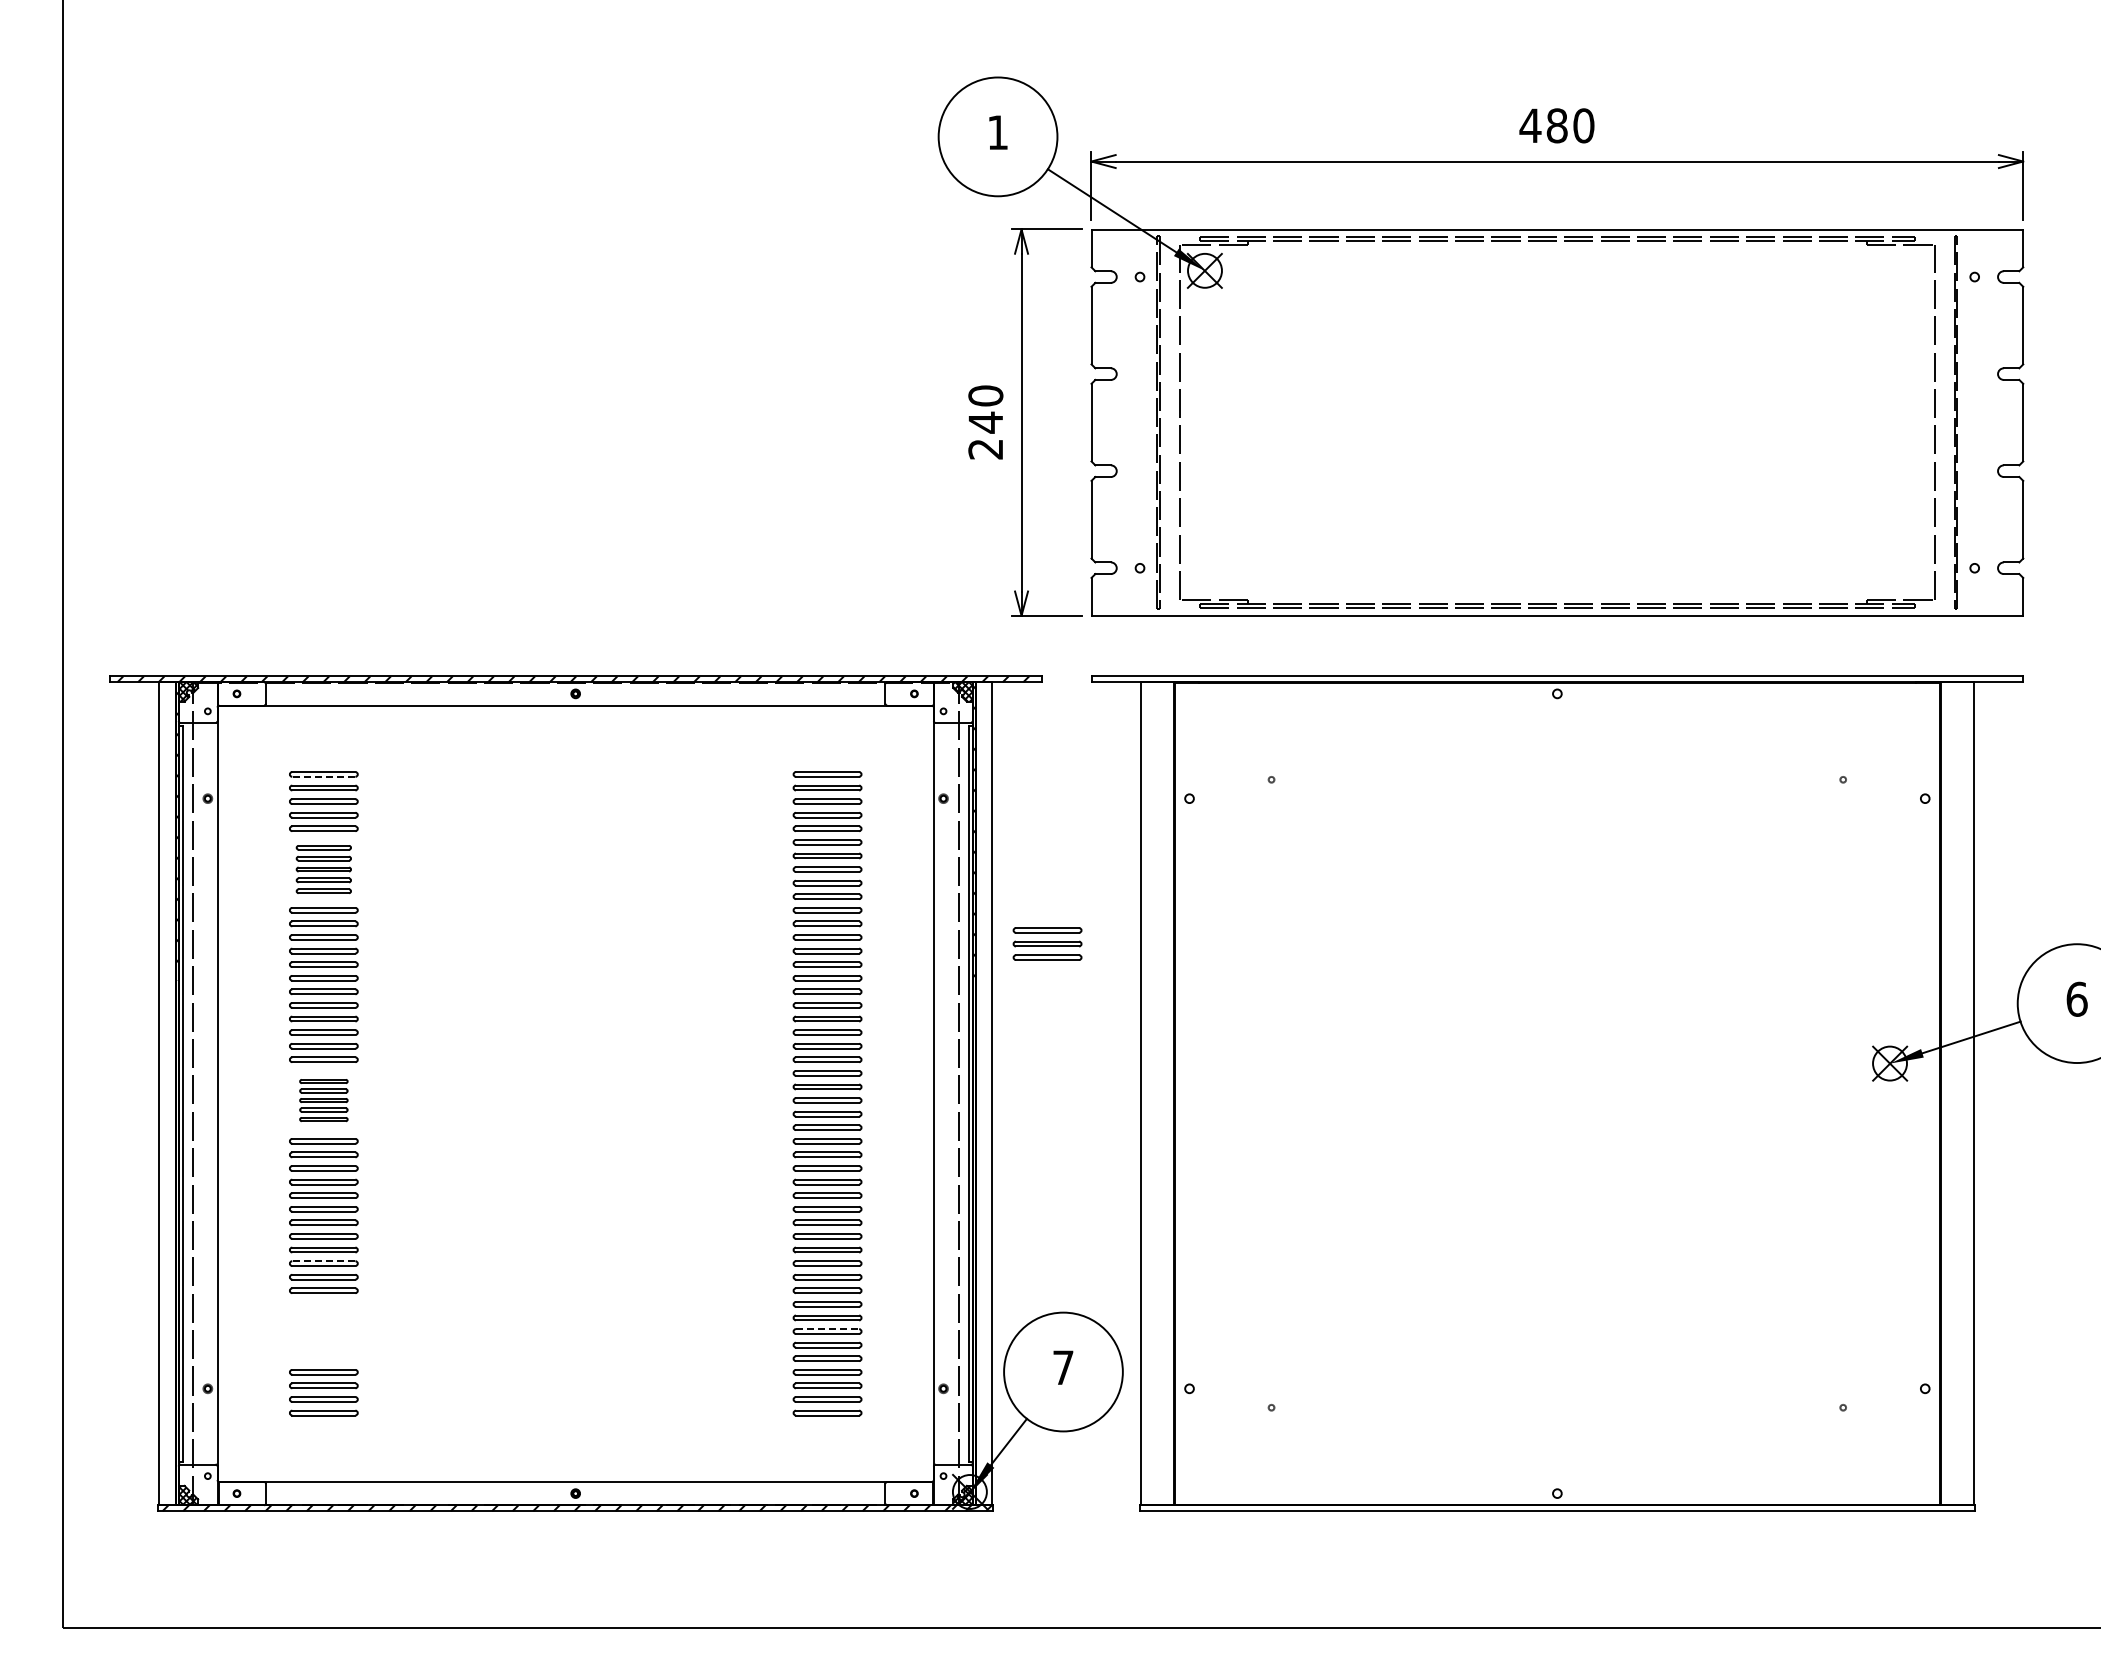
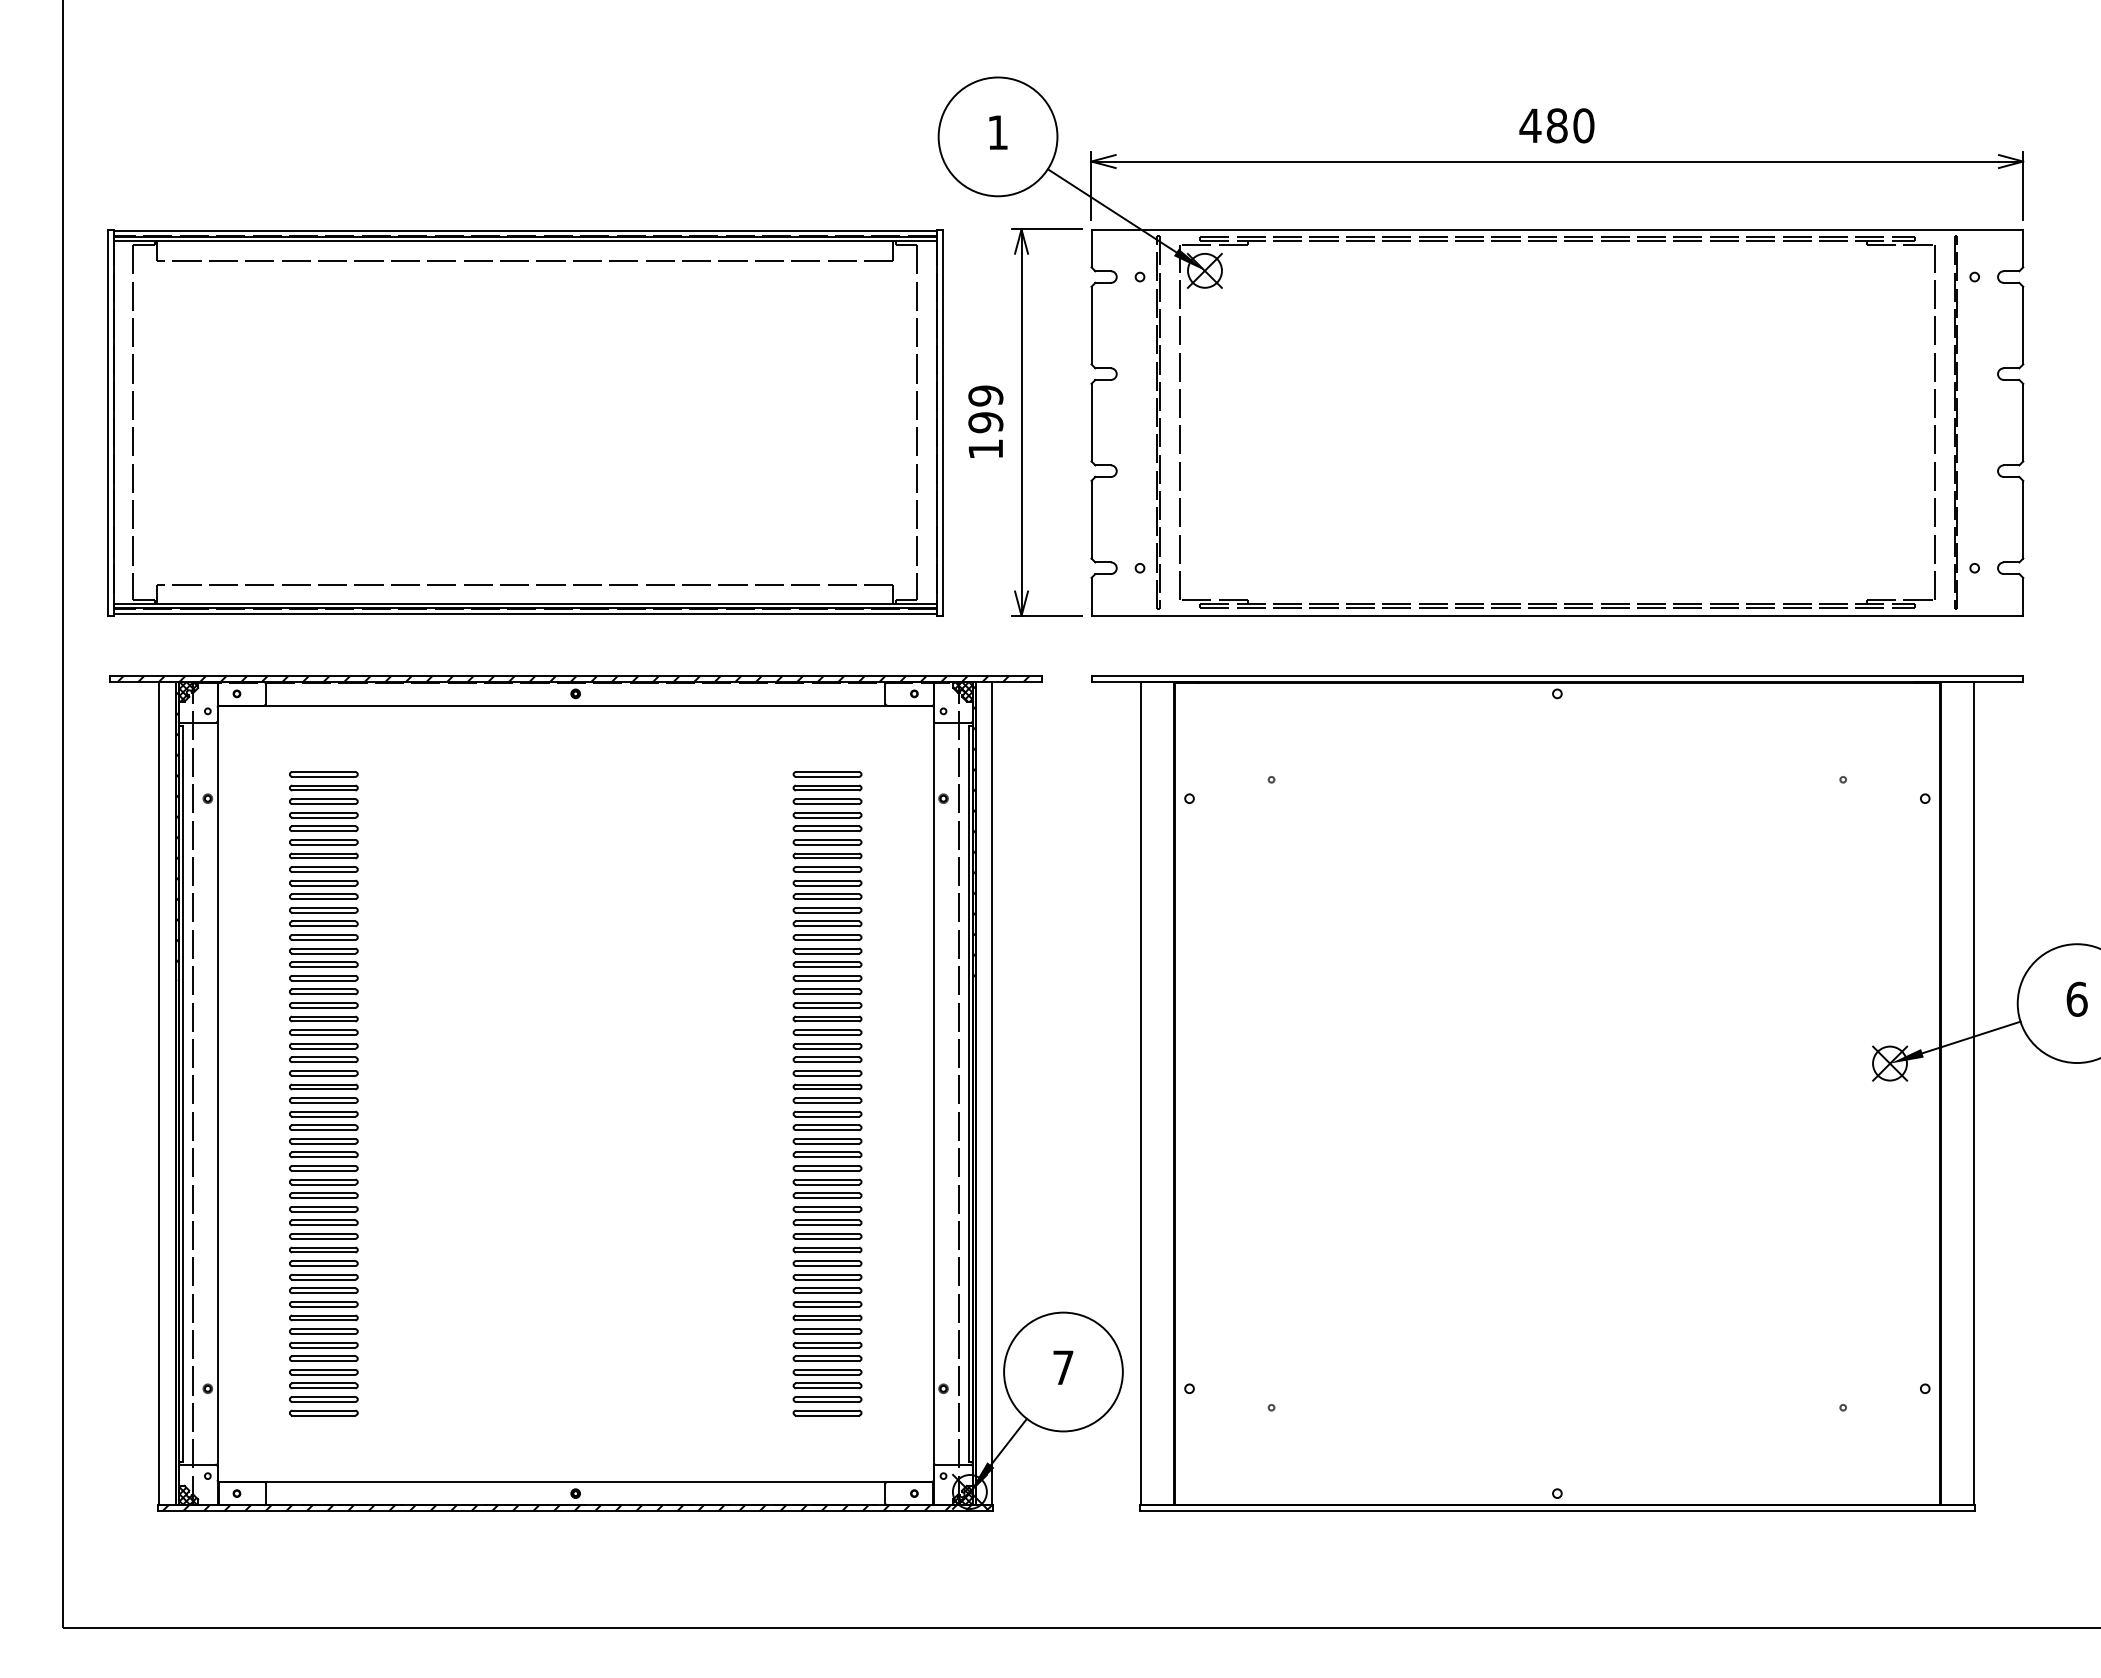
part at (525, 422): none -> present
text at (985, 422): 240 -> 199
line at (323, 776): dashed -> solid
part at (323, 869) size: 57x49 px -> 70x61 px
part at (1047, 943): present -> none
part at (323, 1100) size: 50x44 px -> 70x61 px
line at (323, 1261): dashed -> solid
line at (827, 1329): dashed -> solid
part at (323, 1331): none -> present
